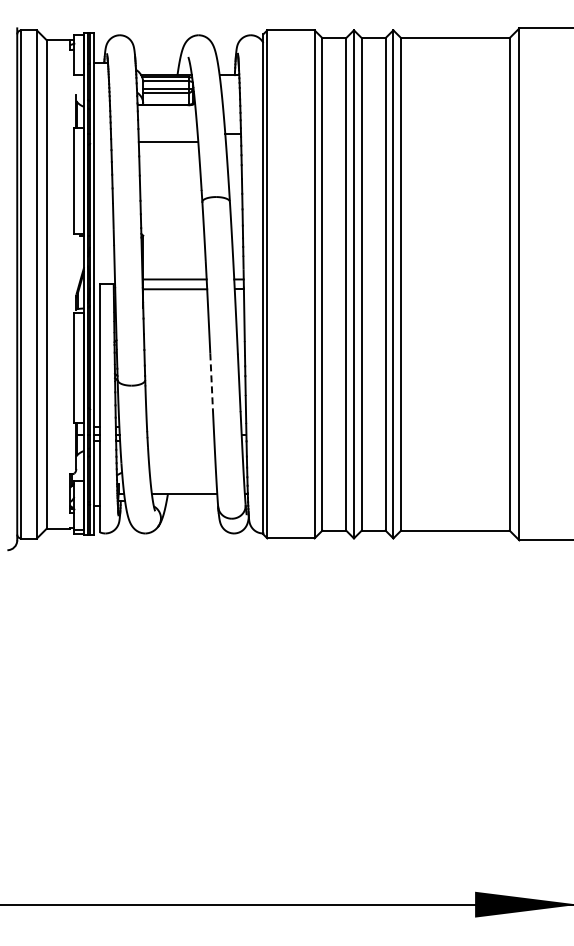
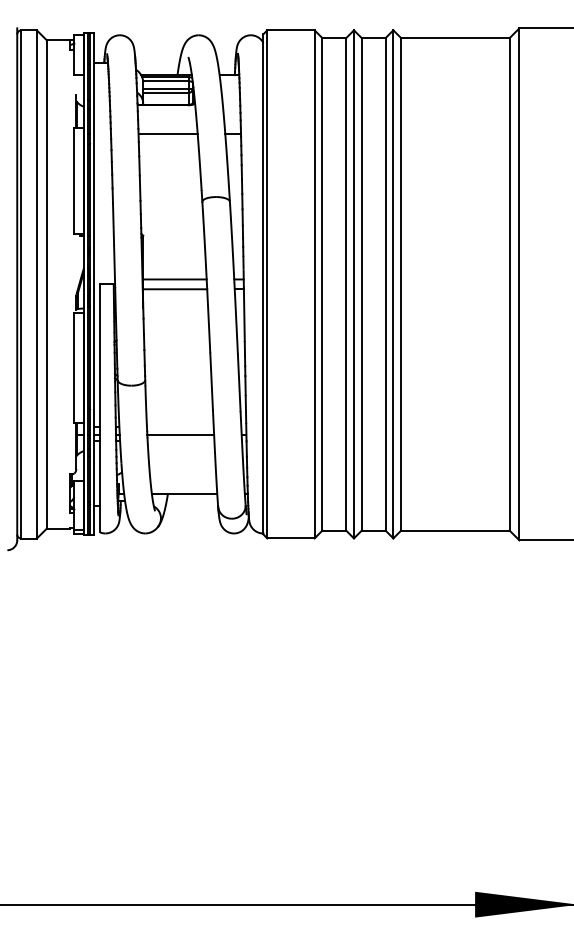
line at (167, 142) position: (167, 142) -> (167, 134)
line at (211, 382): dashed -> solid
line at (180, 434): none -> present
